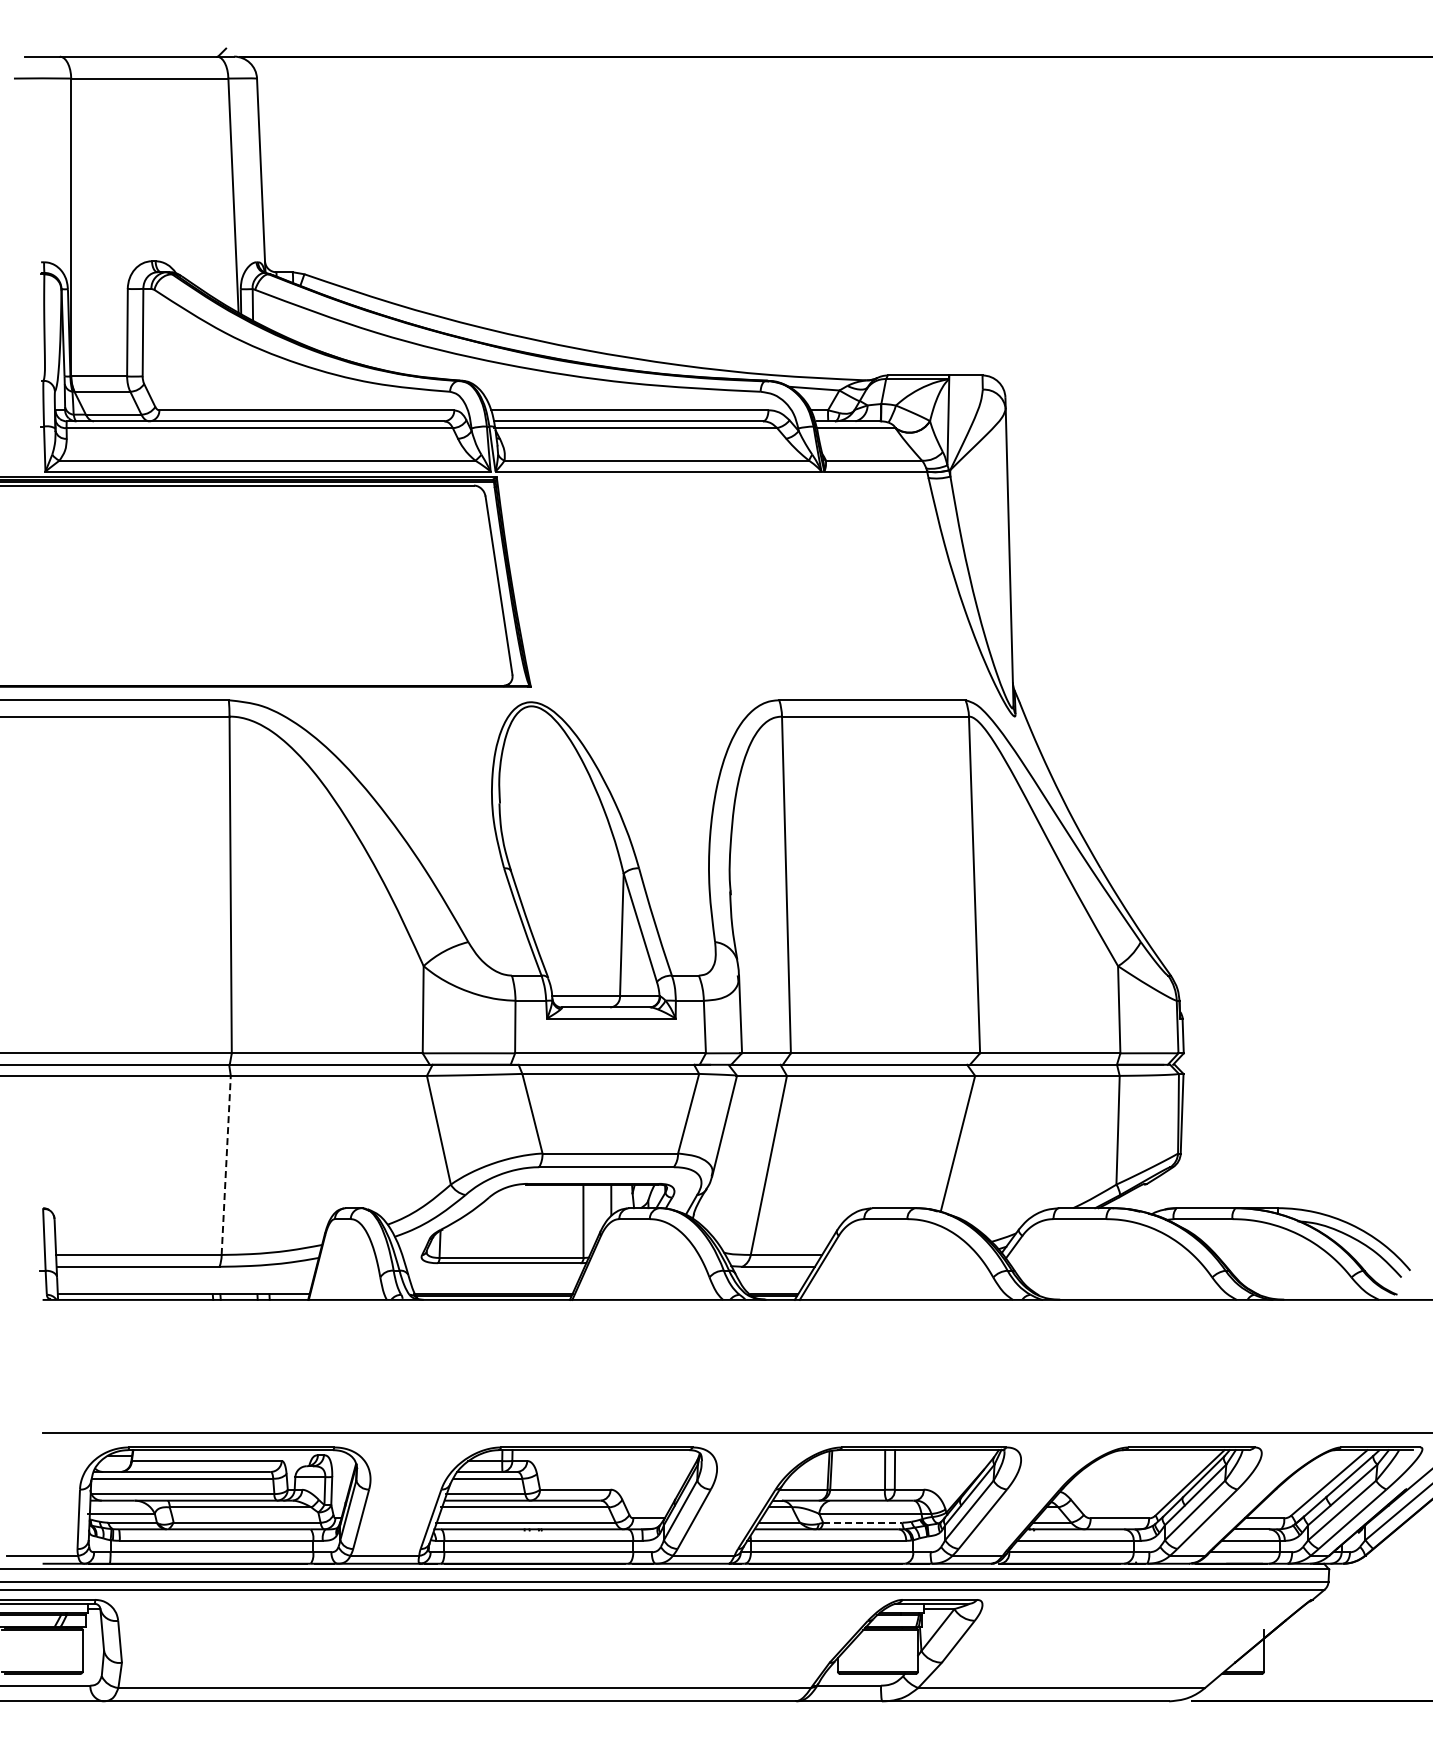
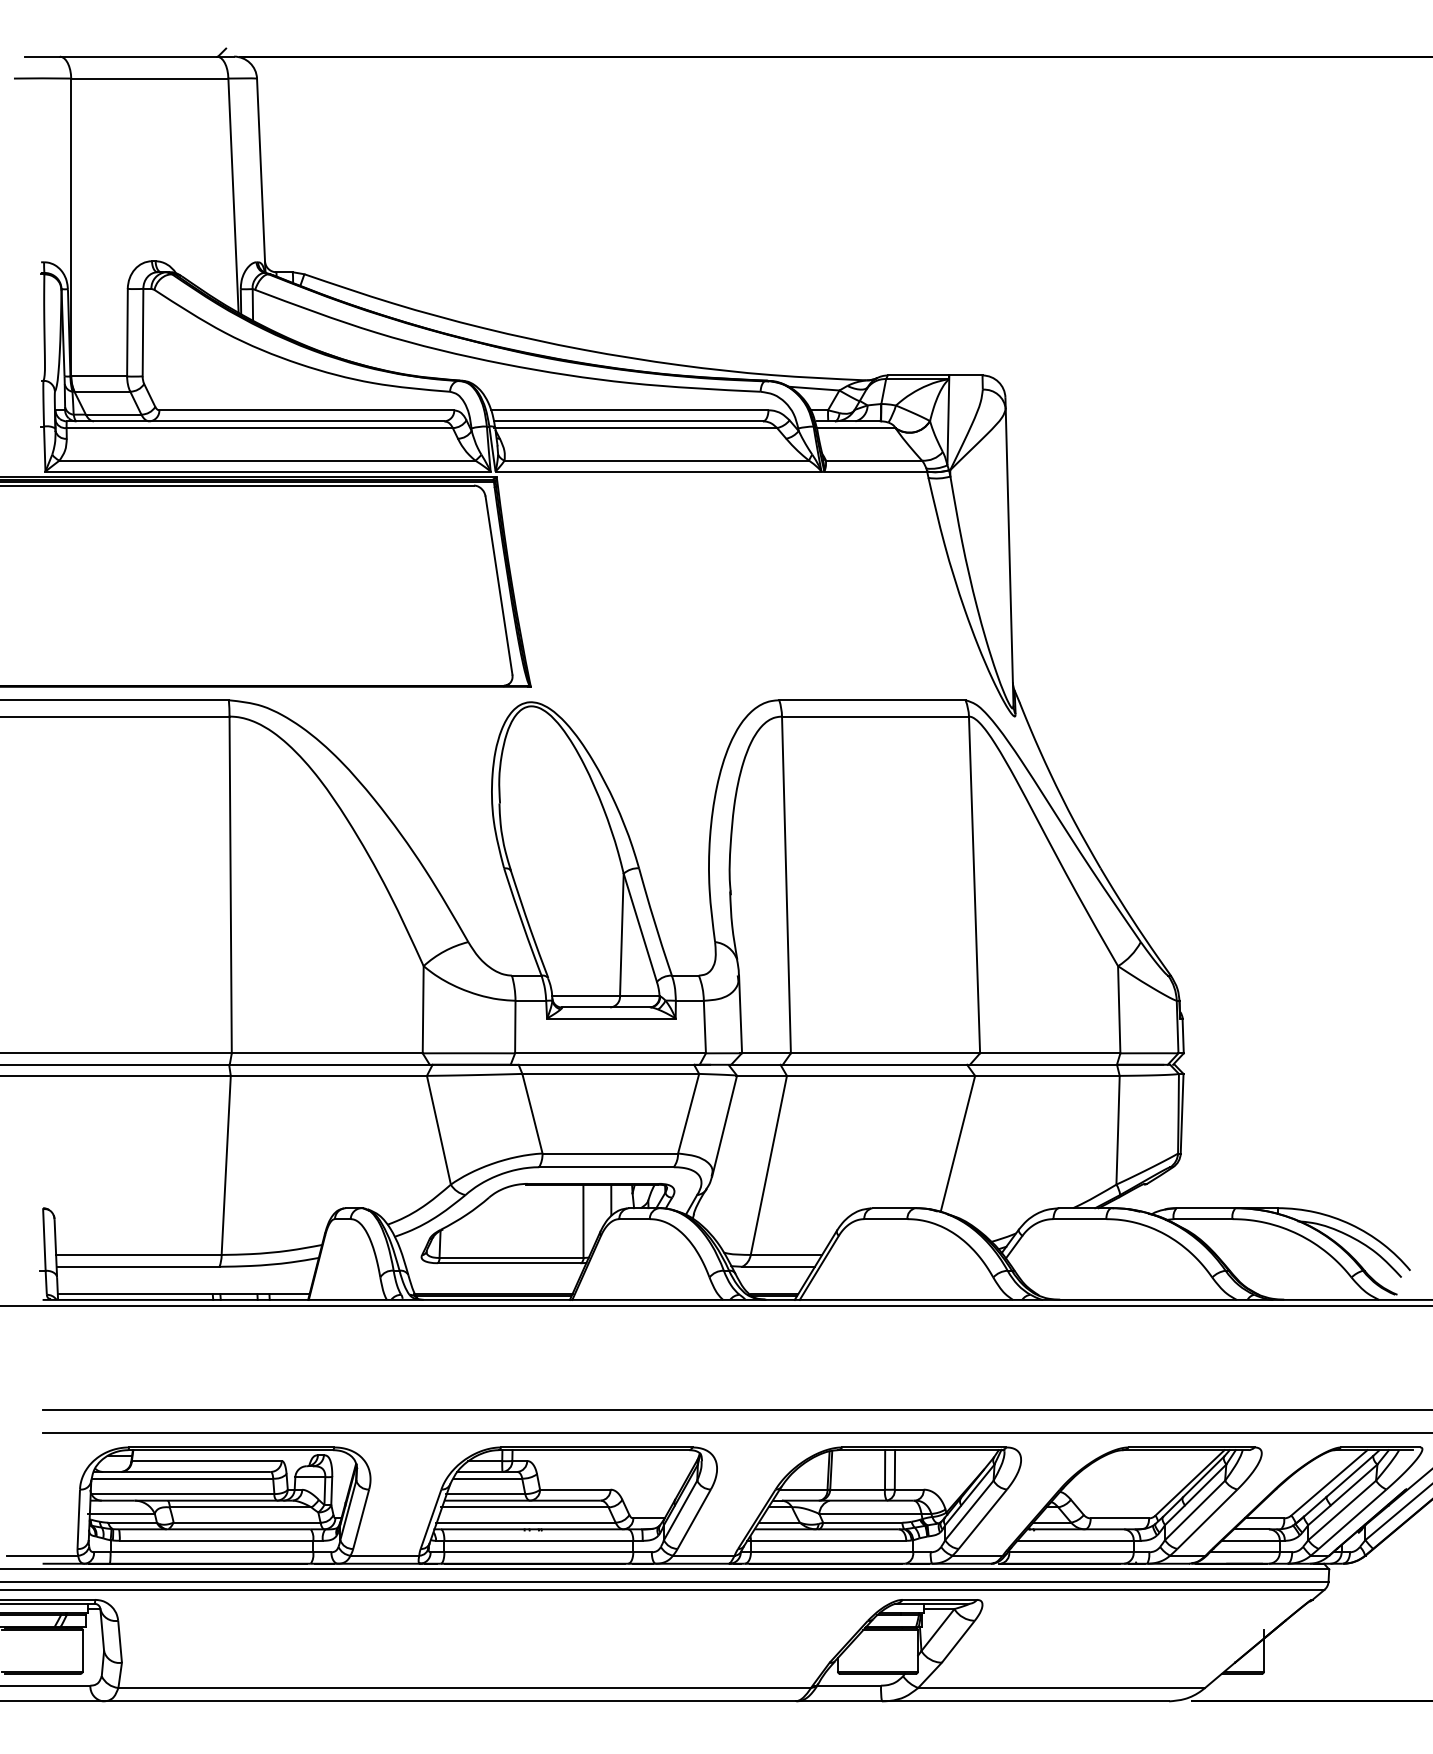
line at (226, 1165): dashed -> solid
line at (715, 1306): none -> present
line at (735, 1409): none -> present
line at (862, 1522): dashed -> solid
